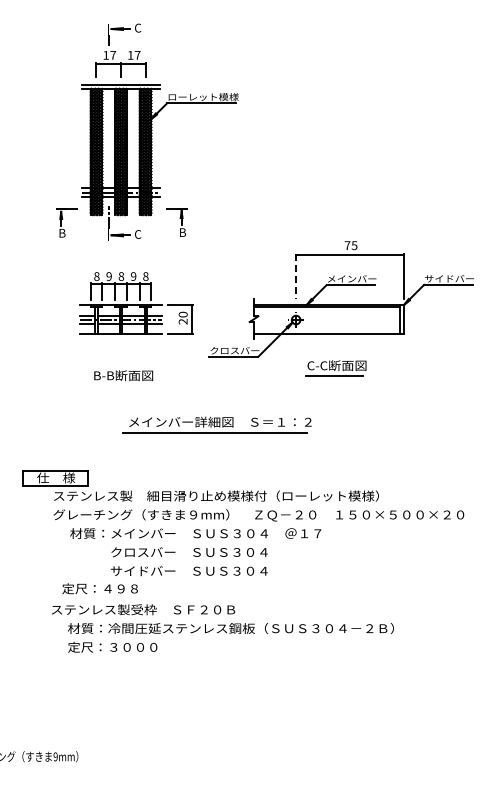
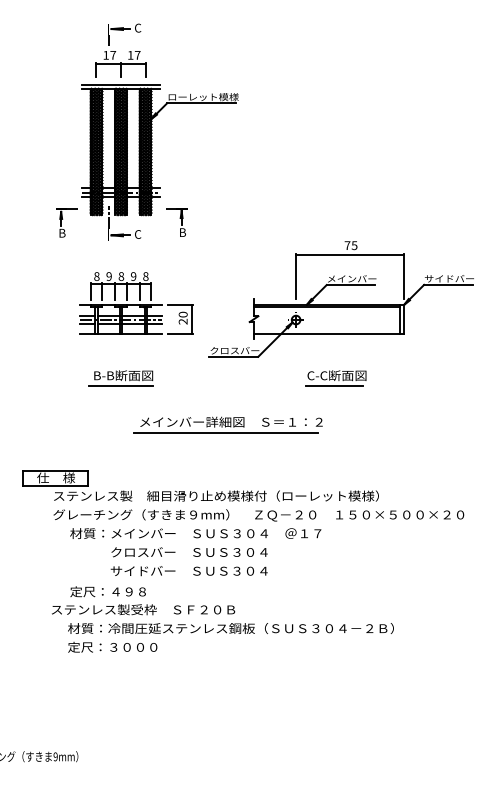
line at (296, 276): dashed -> solid
part at (335, 368) position: (335, 368) -> (335, 378)
line at (120, 386): none -> present
part at (216, 424) position: (216, 424) -> (227, 424)
text at (99, 588) position: (99, 588) -> (107, 591)
